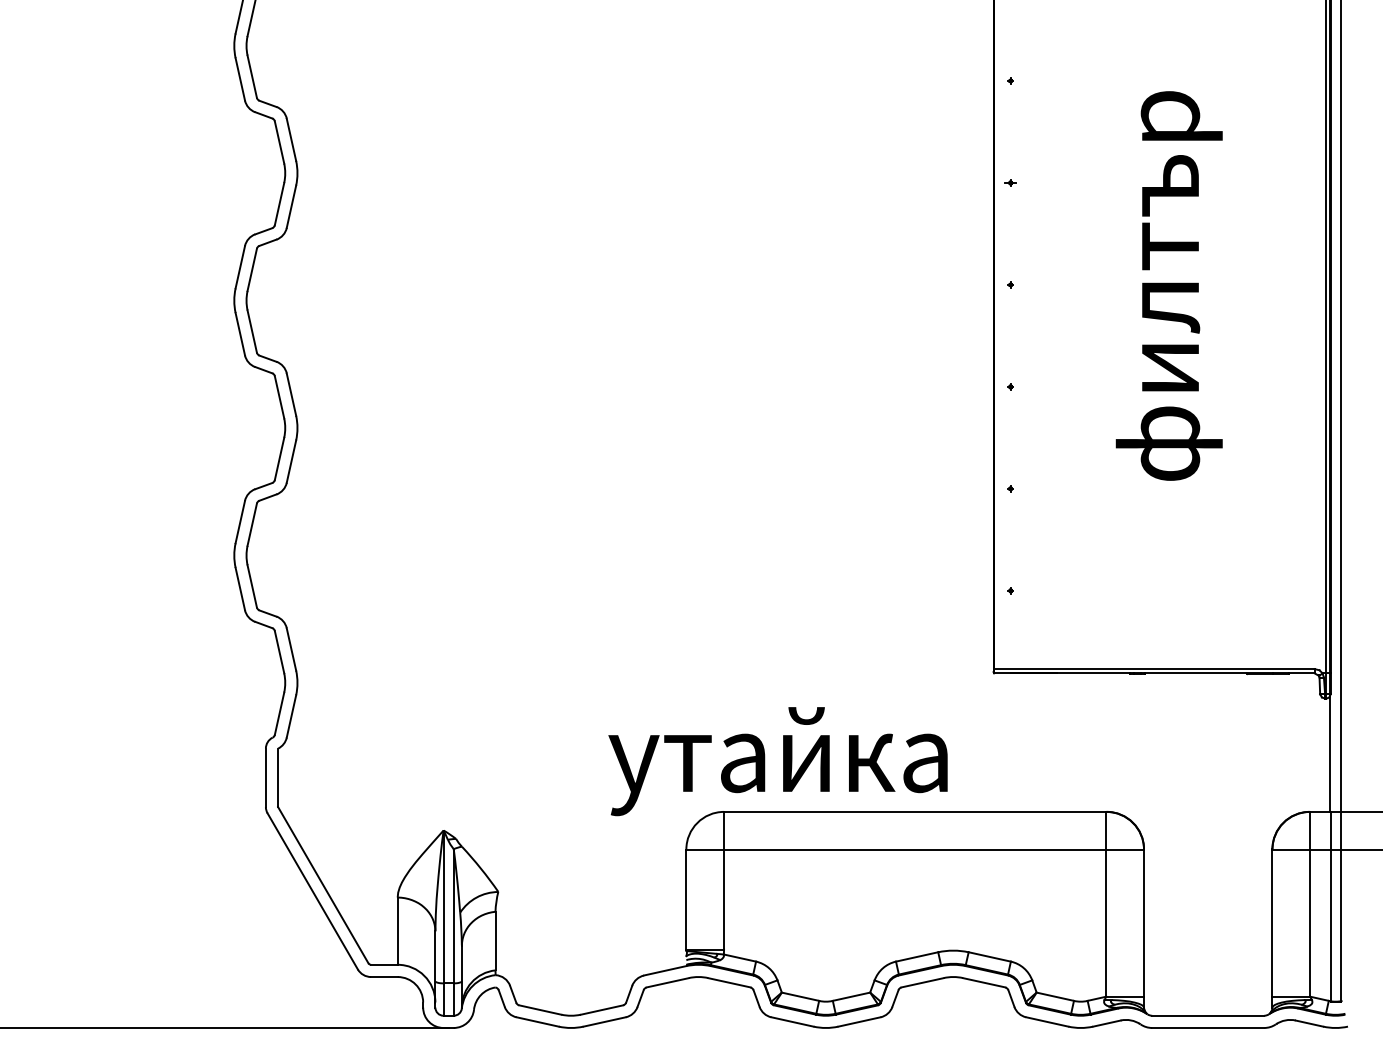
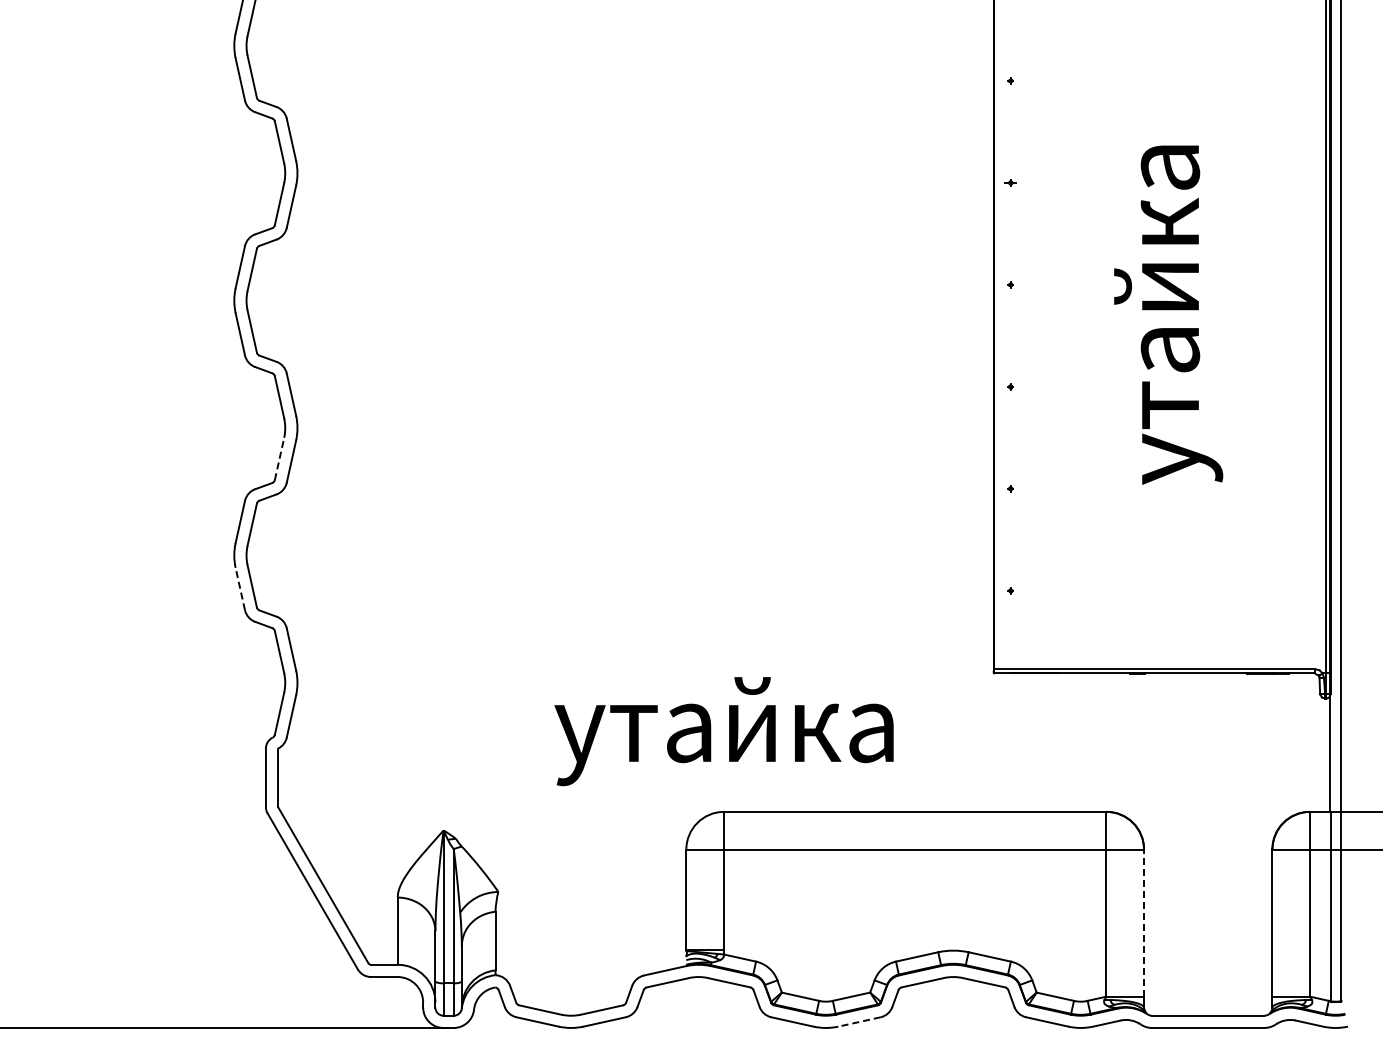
text at (1168, 287): филтър -> утайка
line at (279, 458): solid -> dashed
line at (240, 589): solid -> dashed
text at (777, 761) position: (777, 761) -> (723, 731)
line at (1144, 923): solid -> dashed
line at (859, 1021): solid -> dashed
